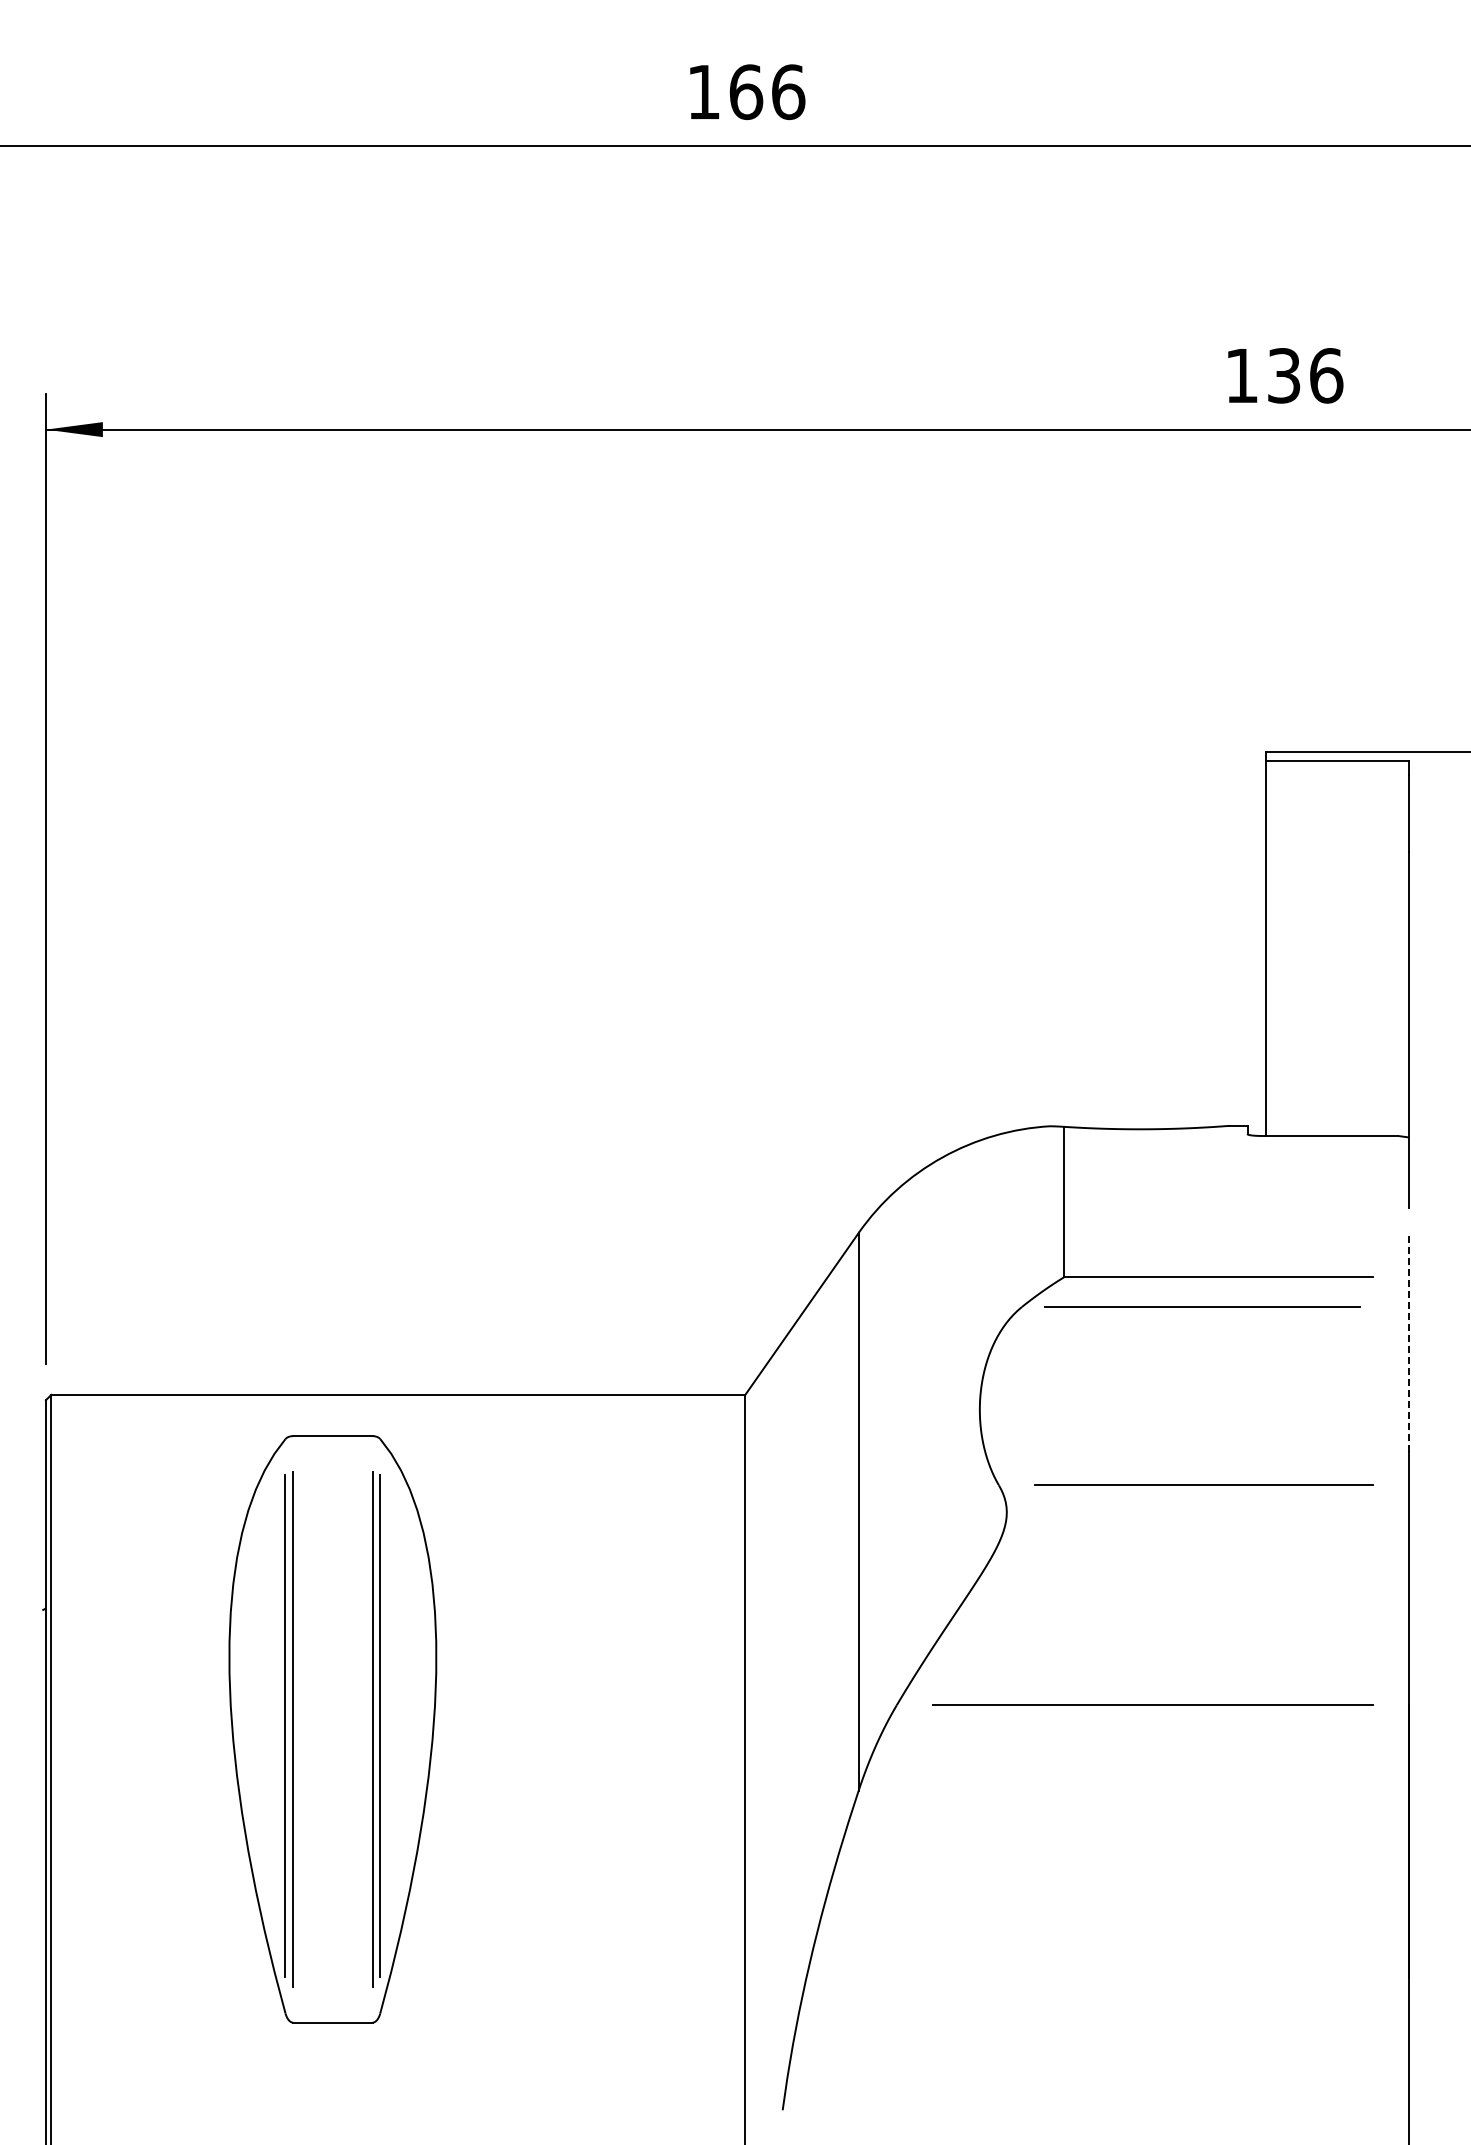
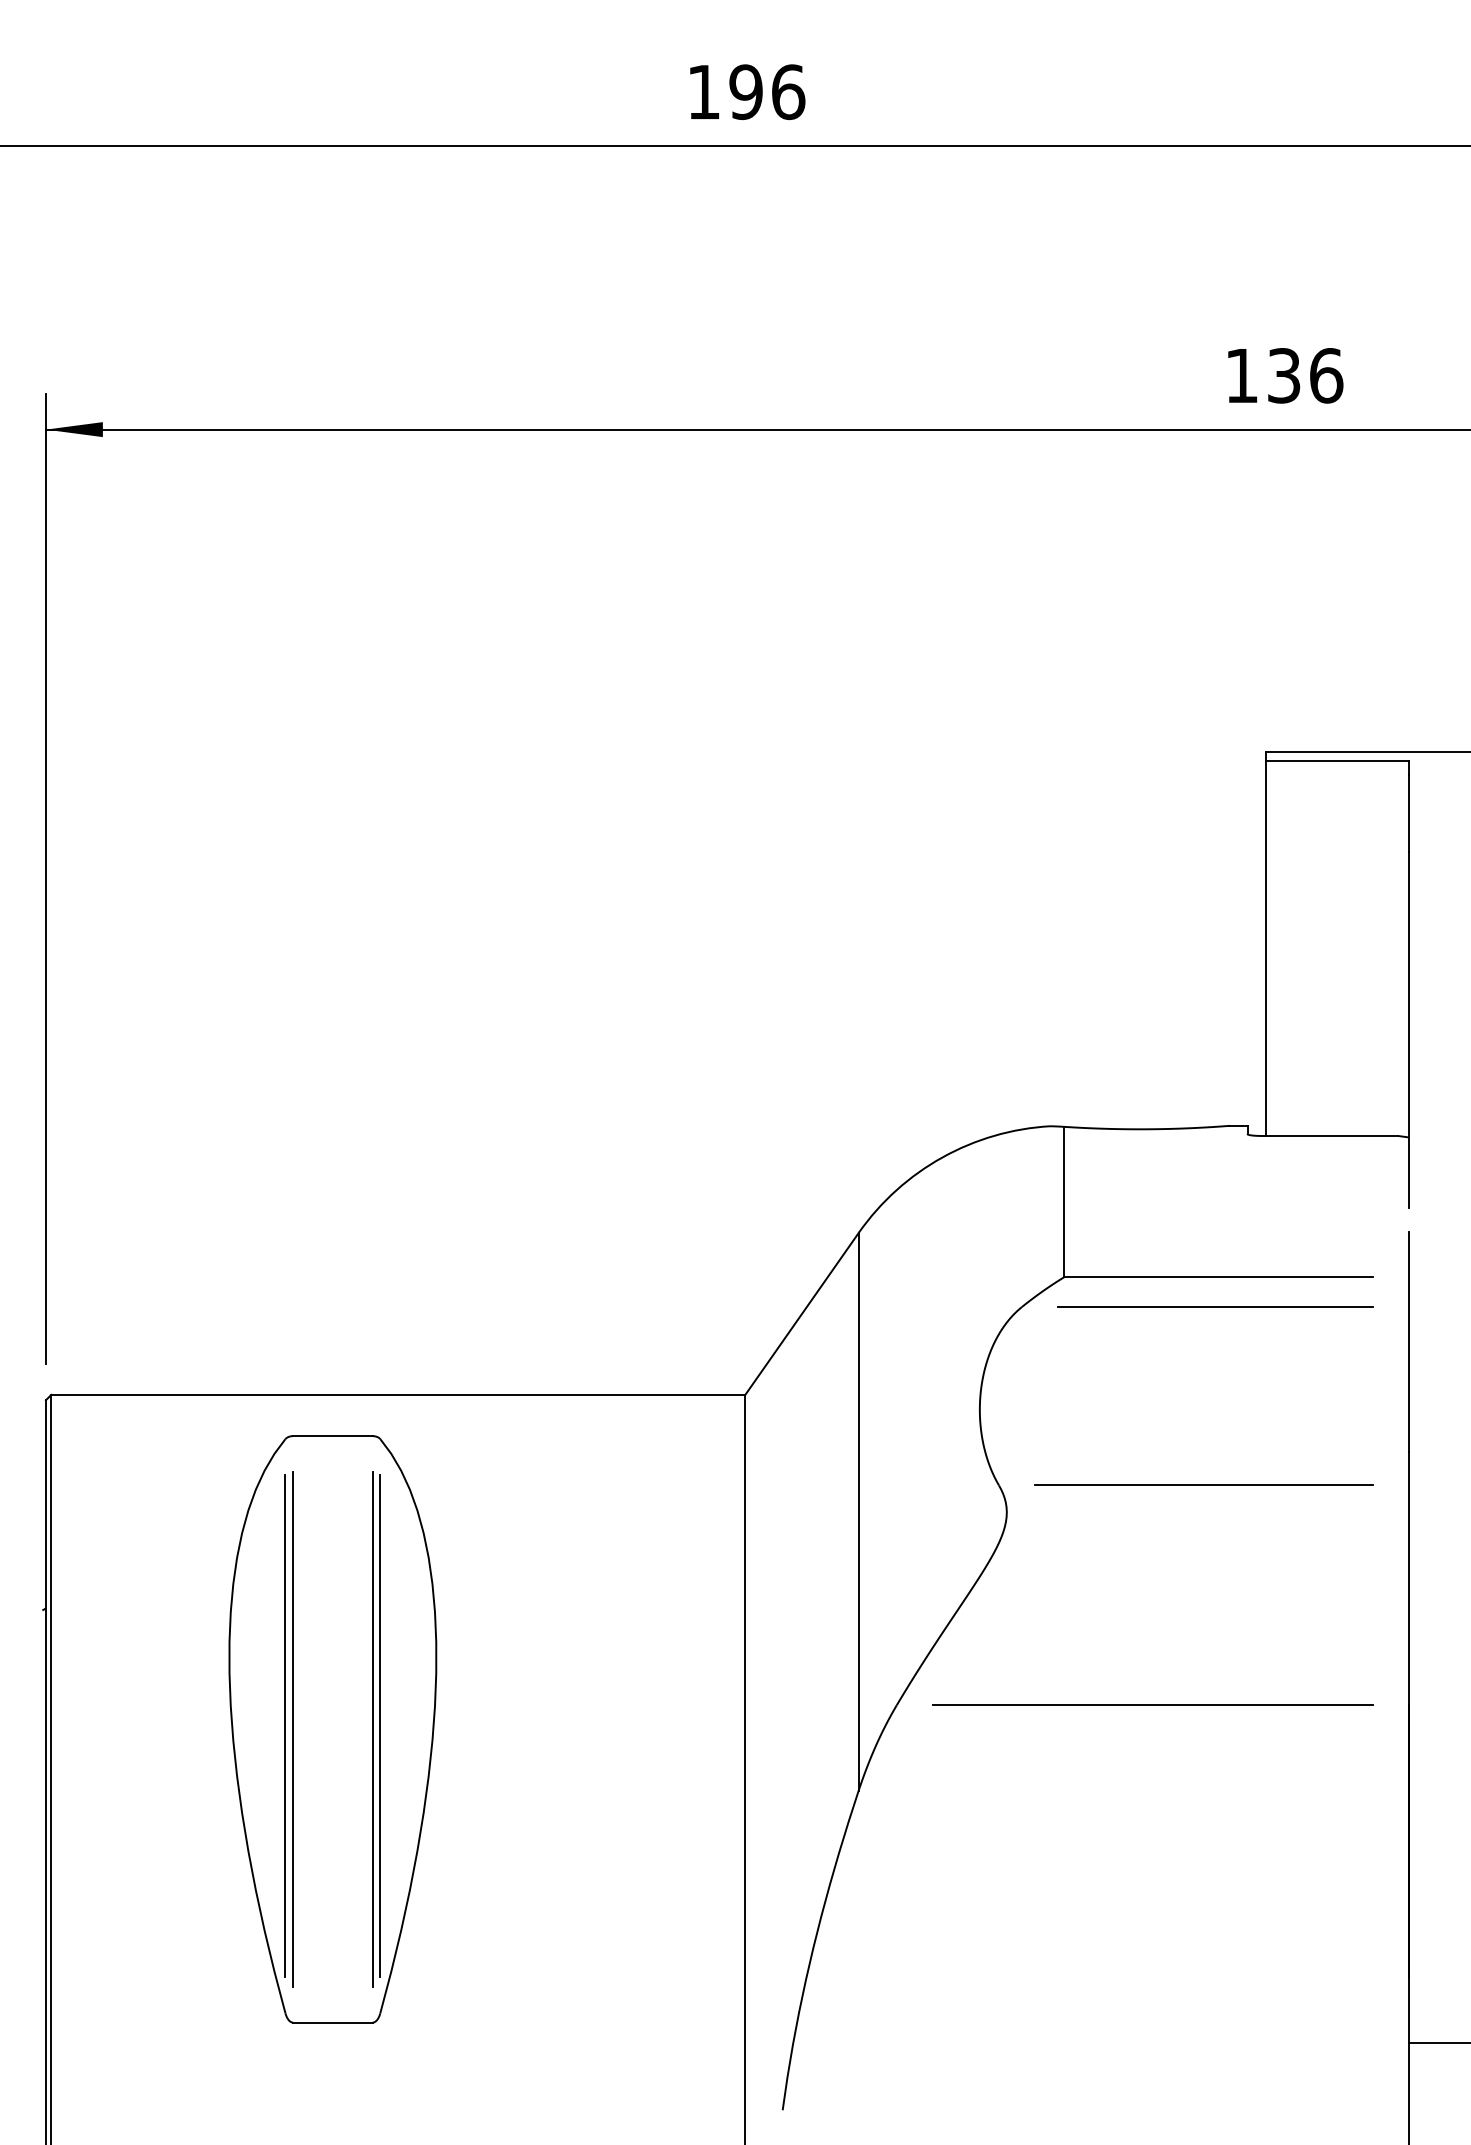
text at (746, 92): 166 -> 196
line at (1202, 1306) position: (1202, 1306) -> (1215, 1306)
line at (1408, 1341): dashed -> solid
line at (1437, 2043): none -> present
